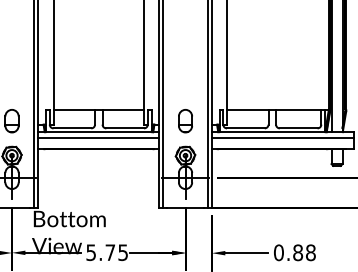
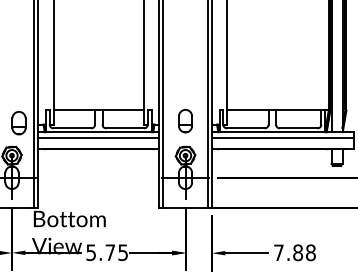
part at (11, 121) position: (11, 121) -> (18, 123)
text at (278, 252): 0.88 -> 7.88
